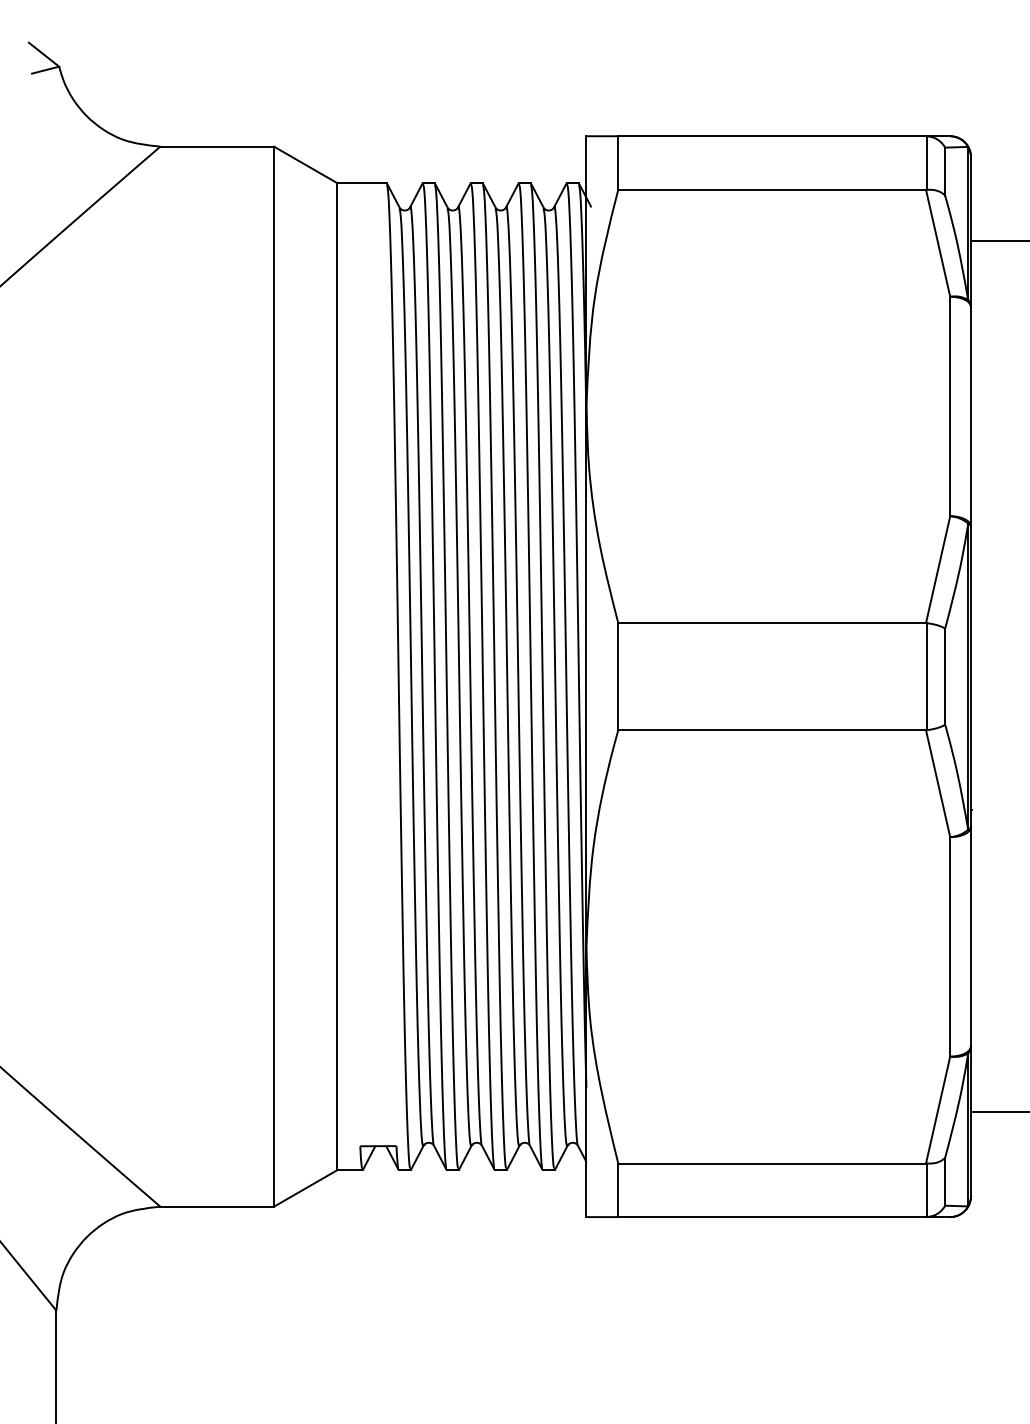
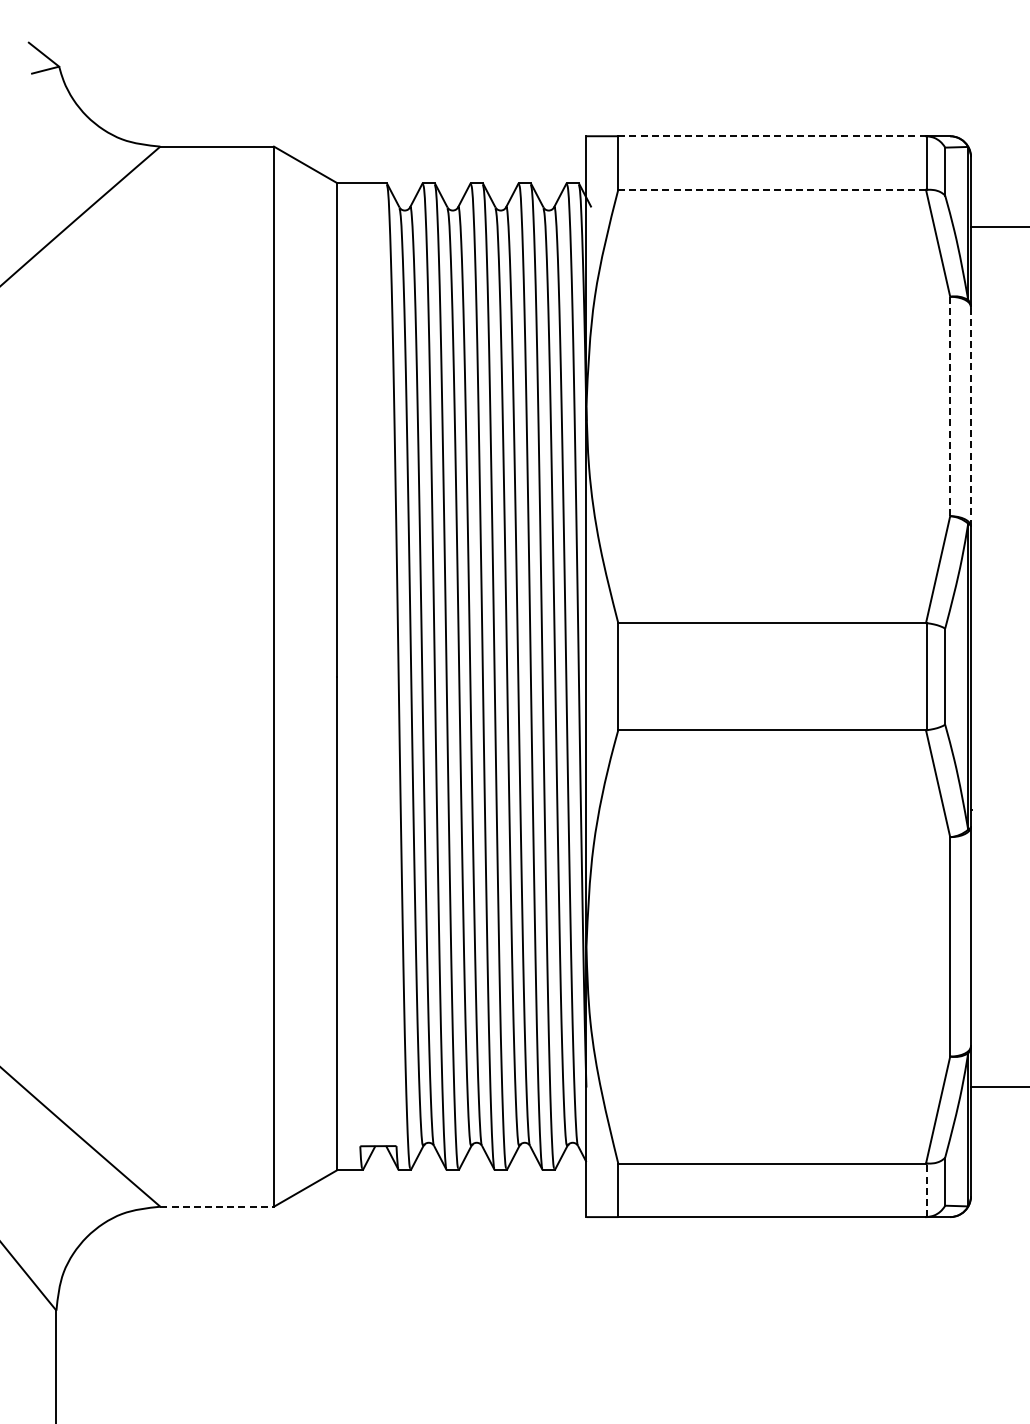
line at (772, 136): solid -> dashed
line at (772, 189): solid -> dashed
line at (998, 241) position: (998, 241) -> (998, 227)
line at (950, 406): solid -> dashed
line at (971, 416): solid -> dashed
line at (998, 1112) position: (998, 1112) -> (998, 1087)
line at (927, 1190): solid -> dashed
line at (217, 1206): solid -> dashed
